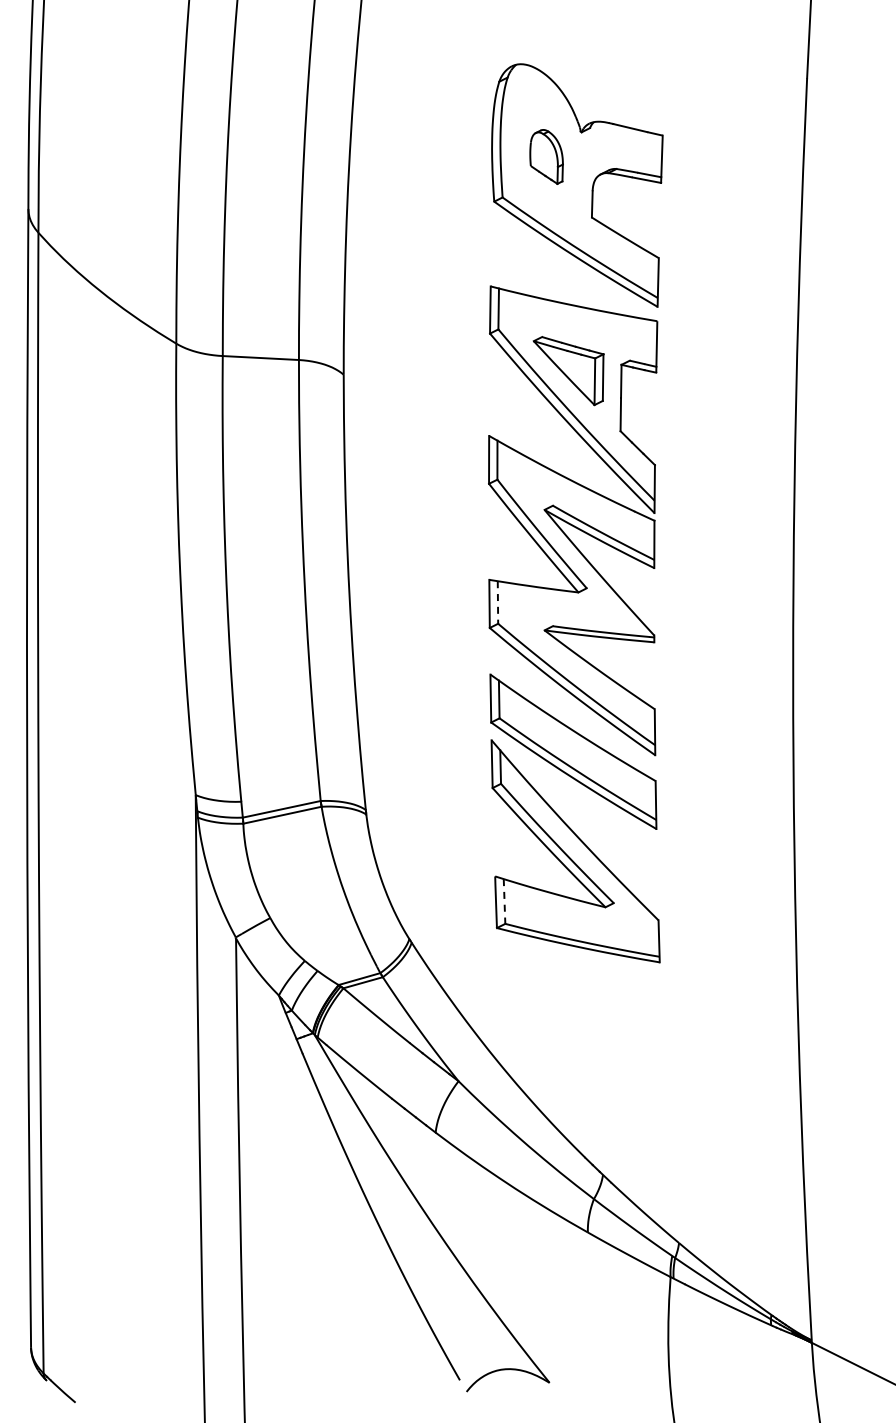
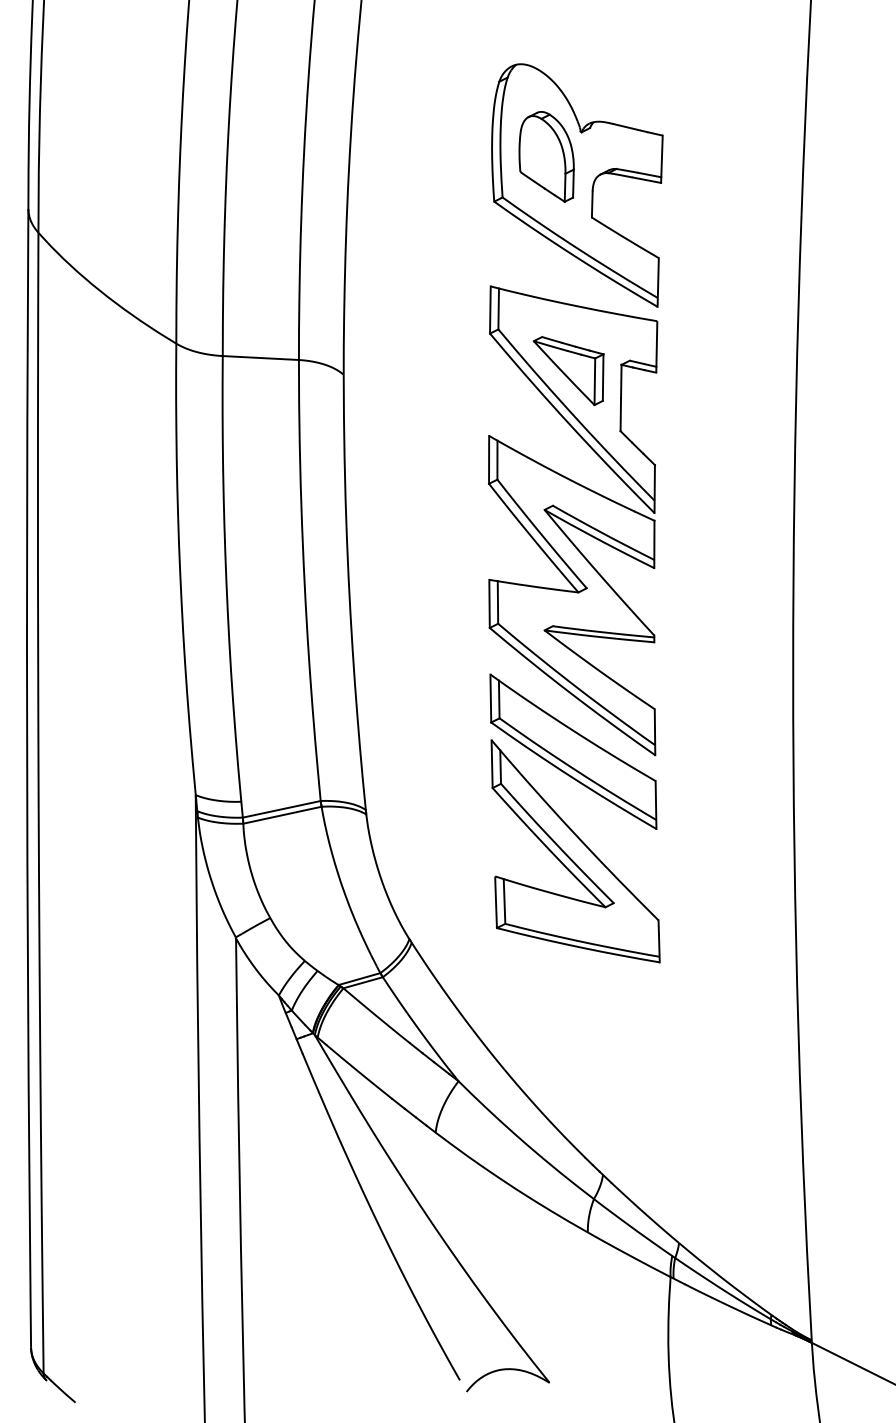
part at (546, 156) size: 35x56 px -> 57x92 px
line at (497, 602): dashed -> solid
line at (504, 901): dashed -> solid
